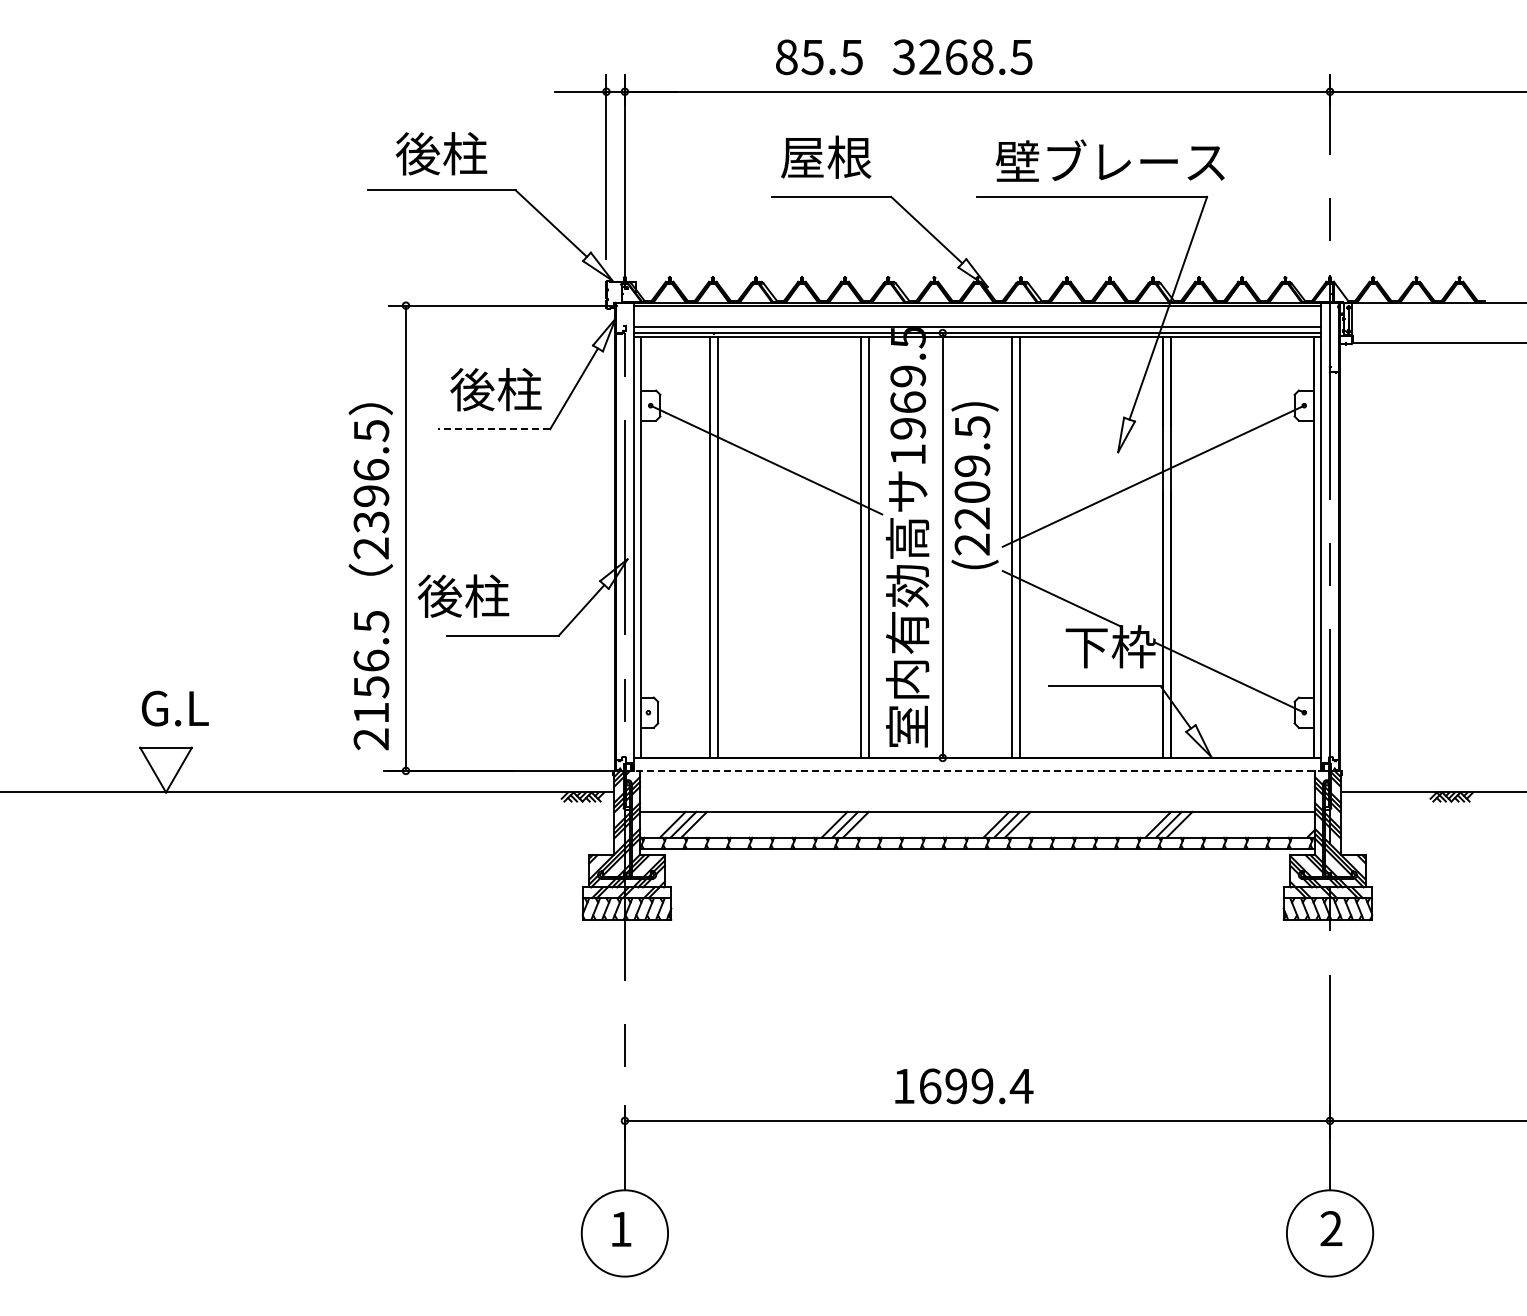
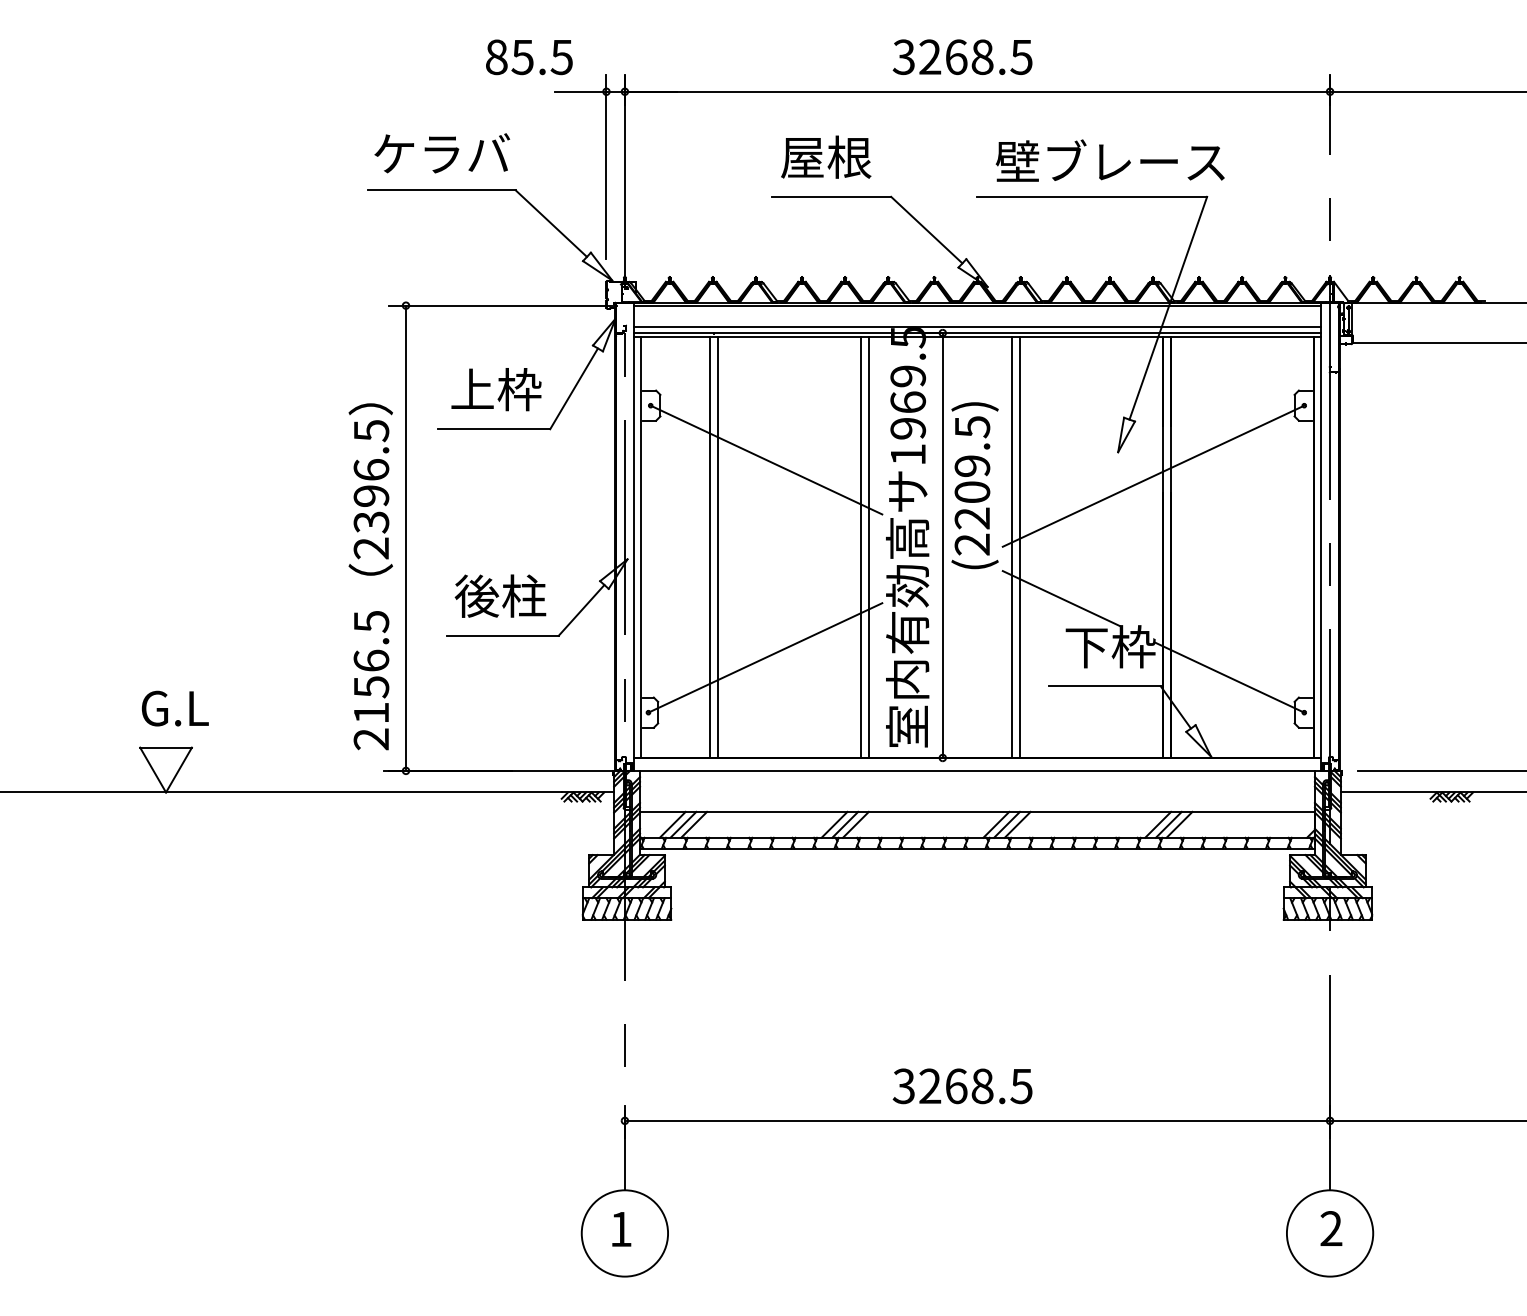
text at (819, 57) position: (819, 57) -> (529, 57)
text at (442, 153): 後柱 -> ケラバ
text at (495, 389): 後柱 -> 上枠
line at (493, 429): dashed -> solid
text at (463, 595) position: (463, 595) -> (500, 595)
line at (765, 657): none -> present
line at (978, 770): dashed -> solid
line at (1440, 770): none -> present
text at (962, 1086): 1699.4 -> 3268.5
